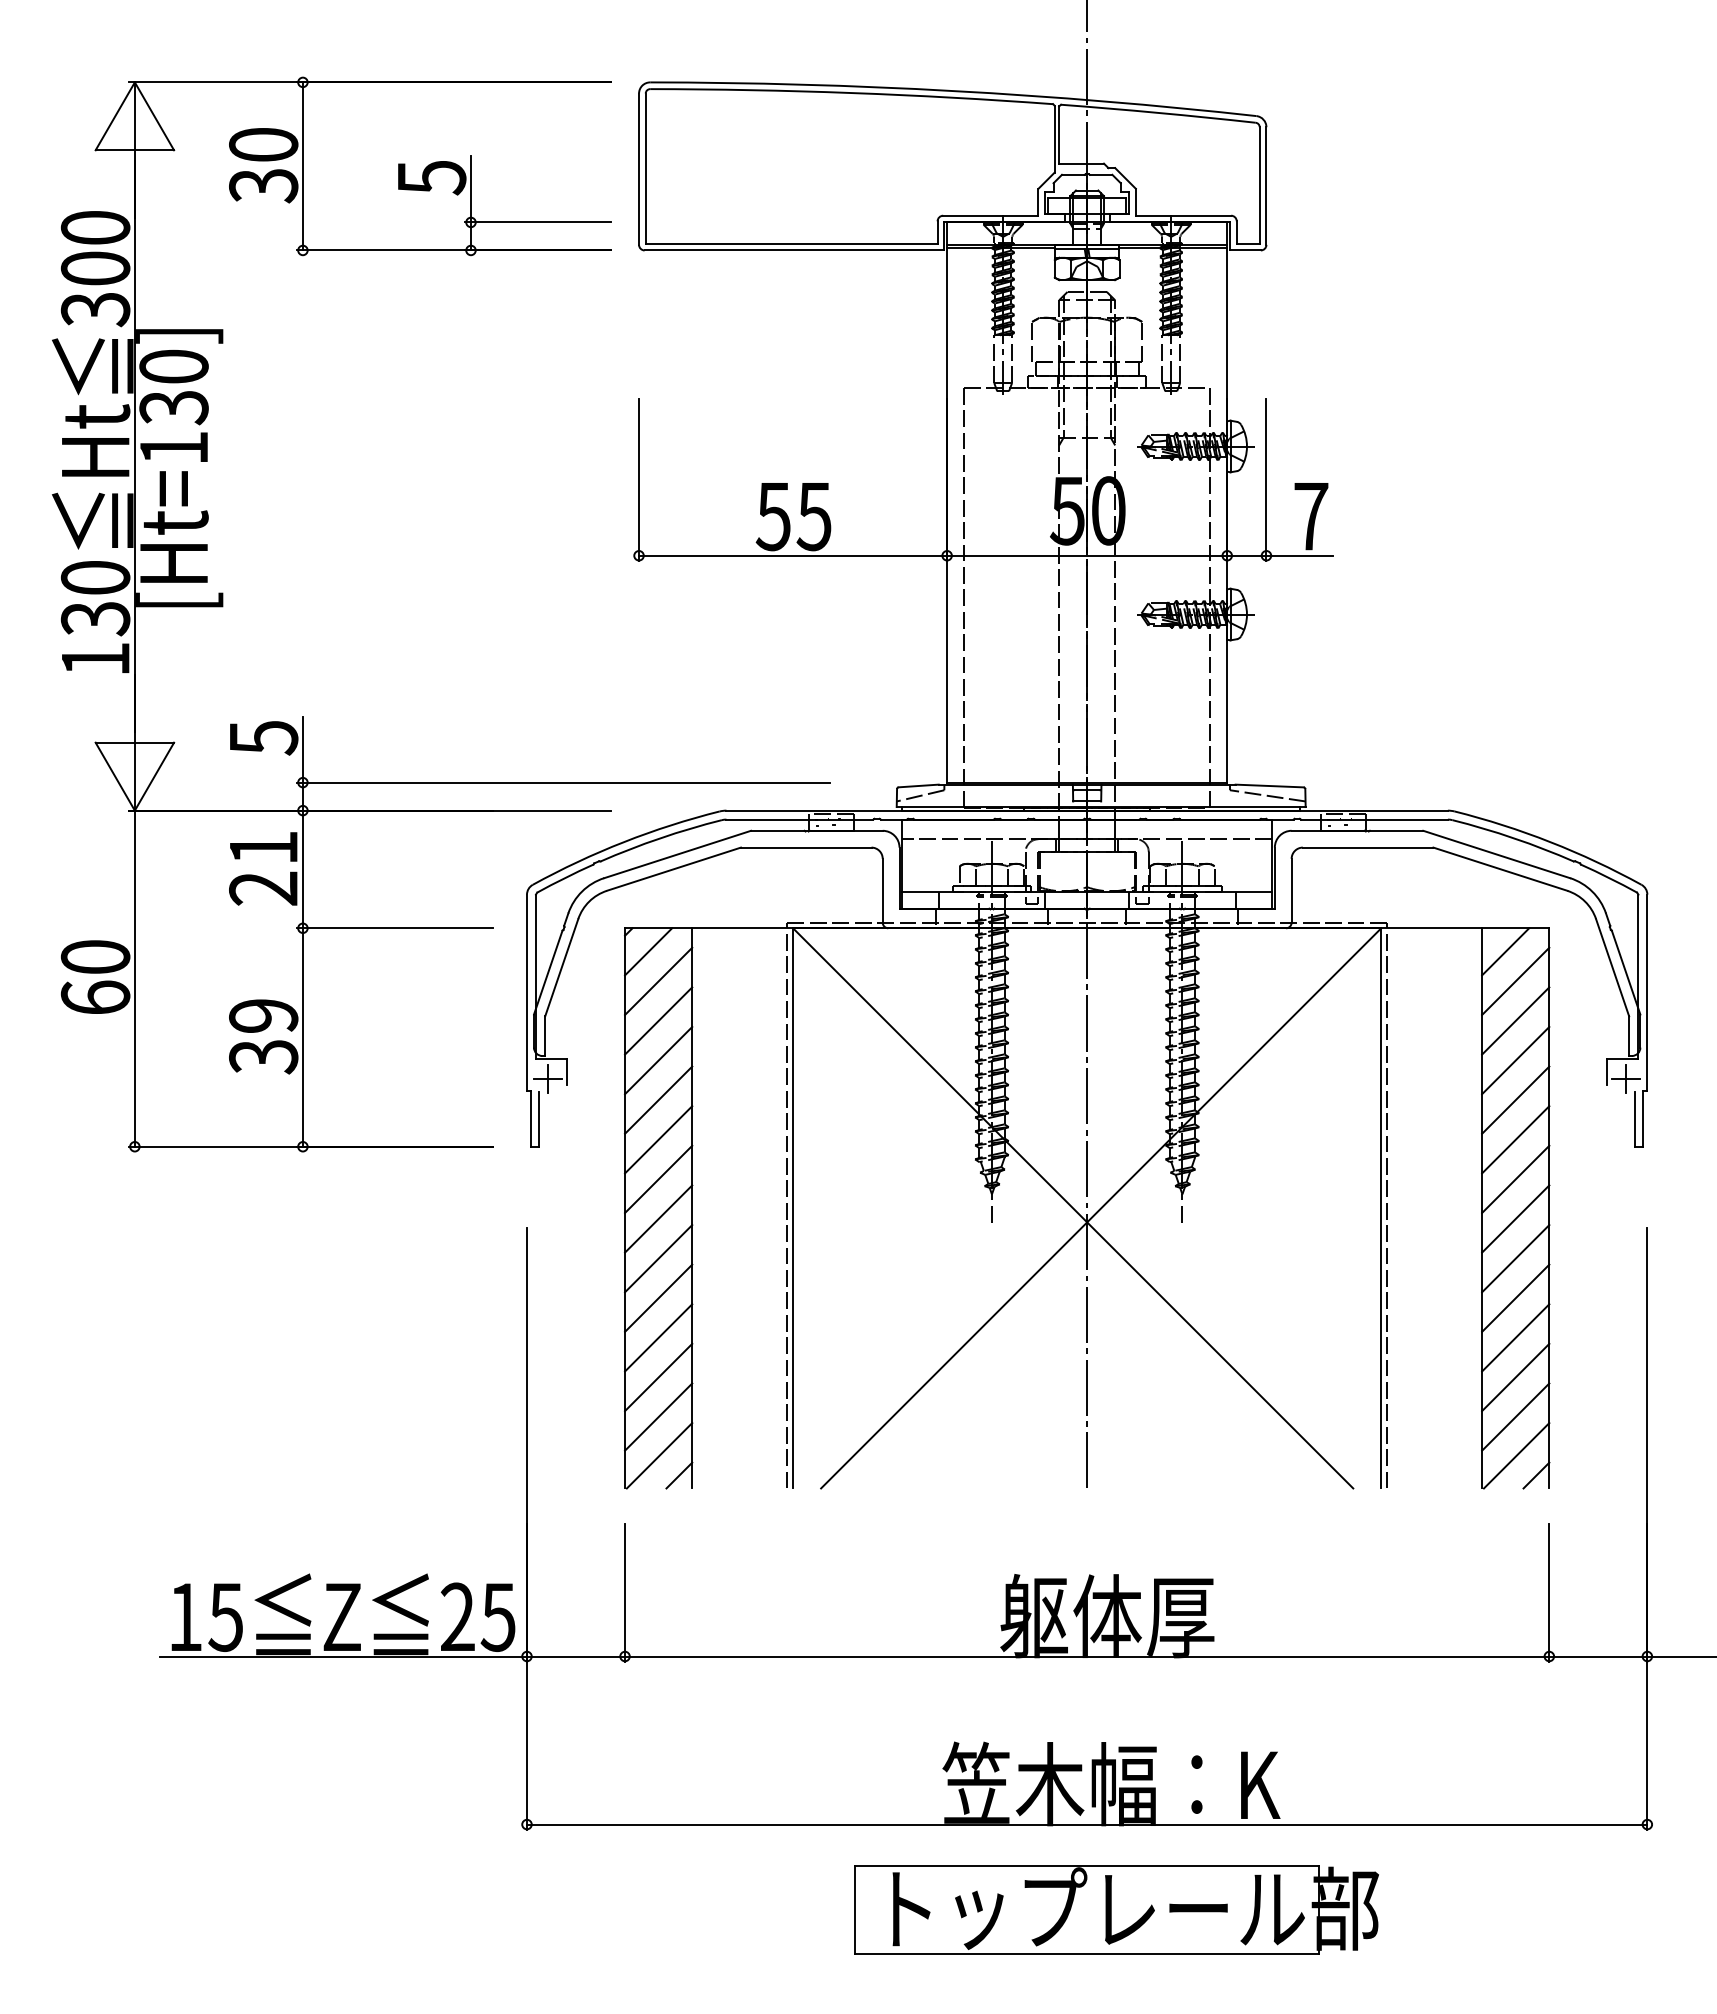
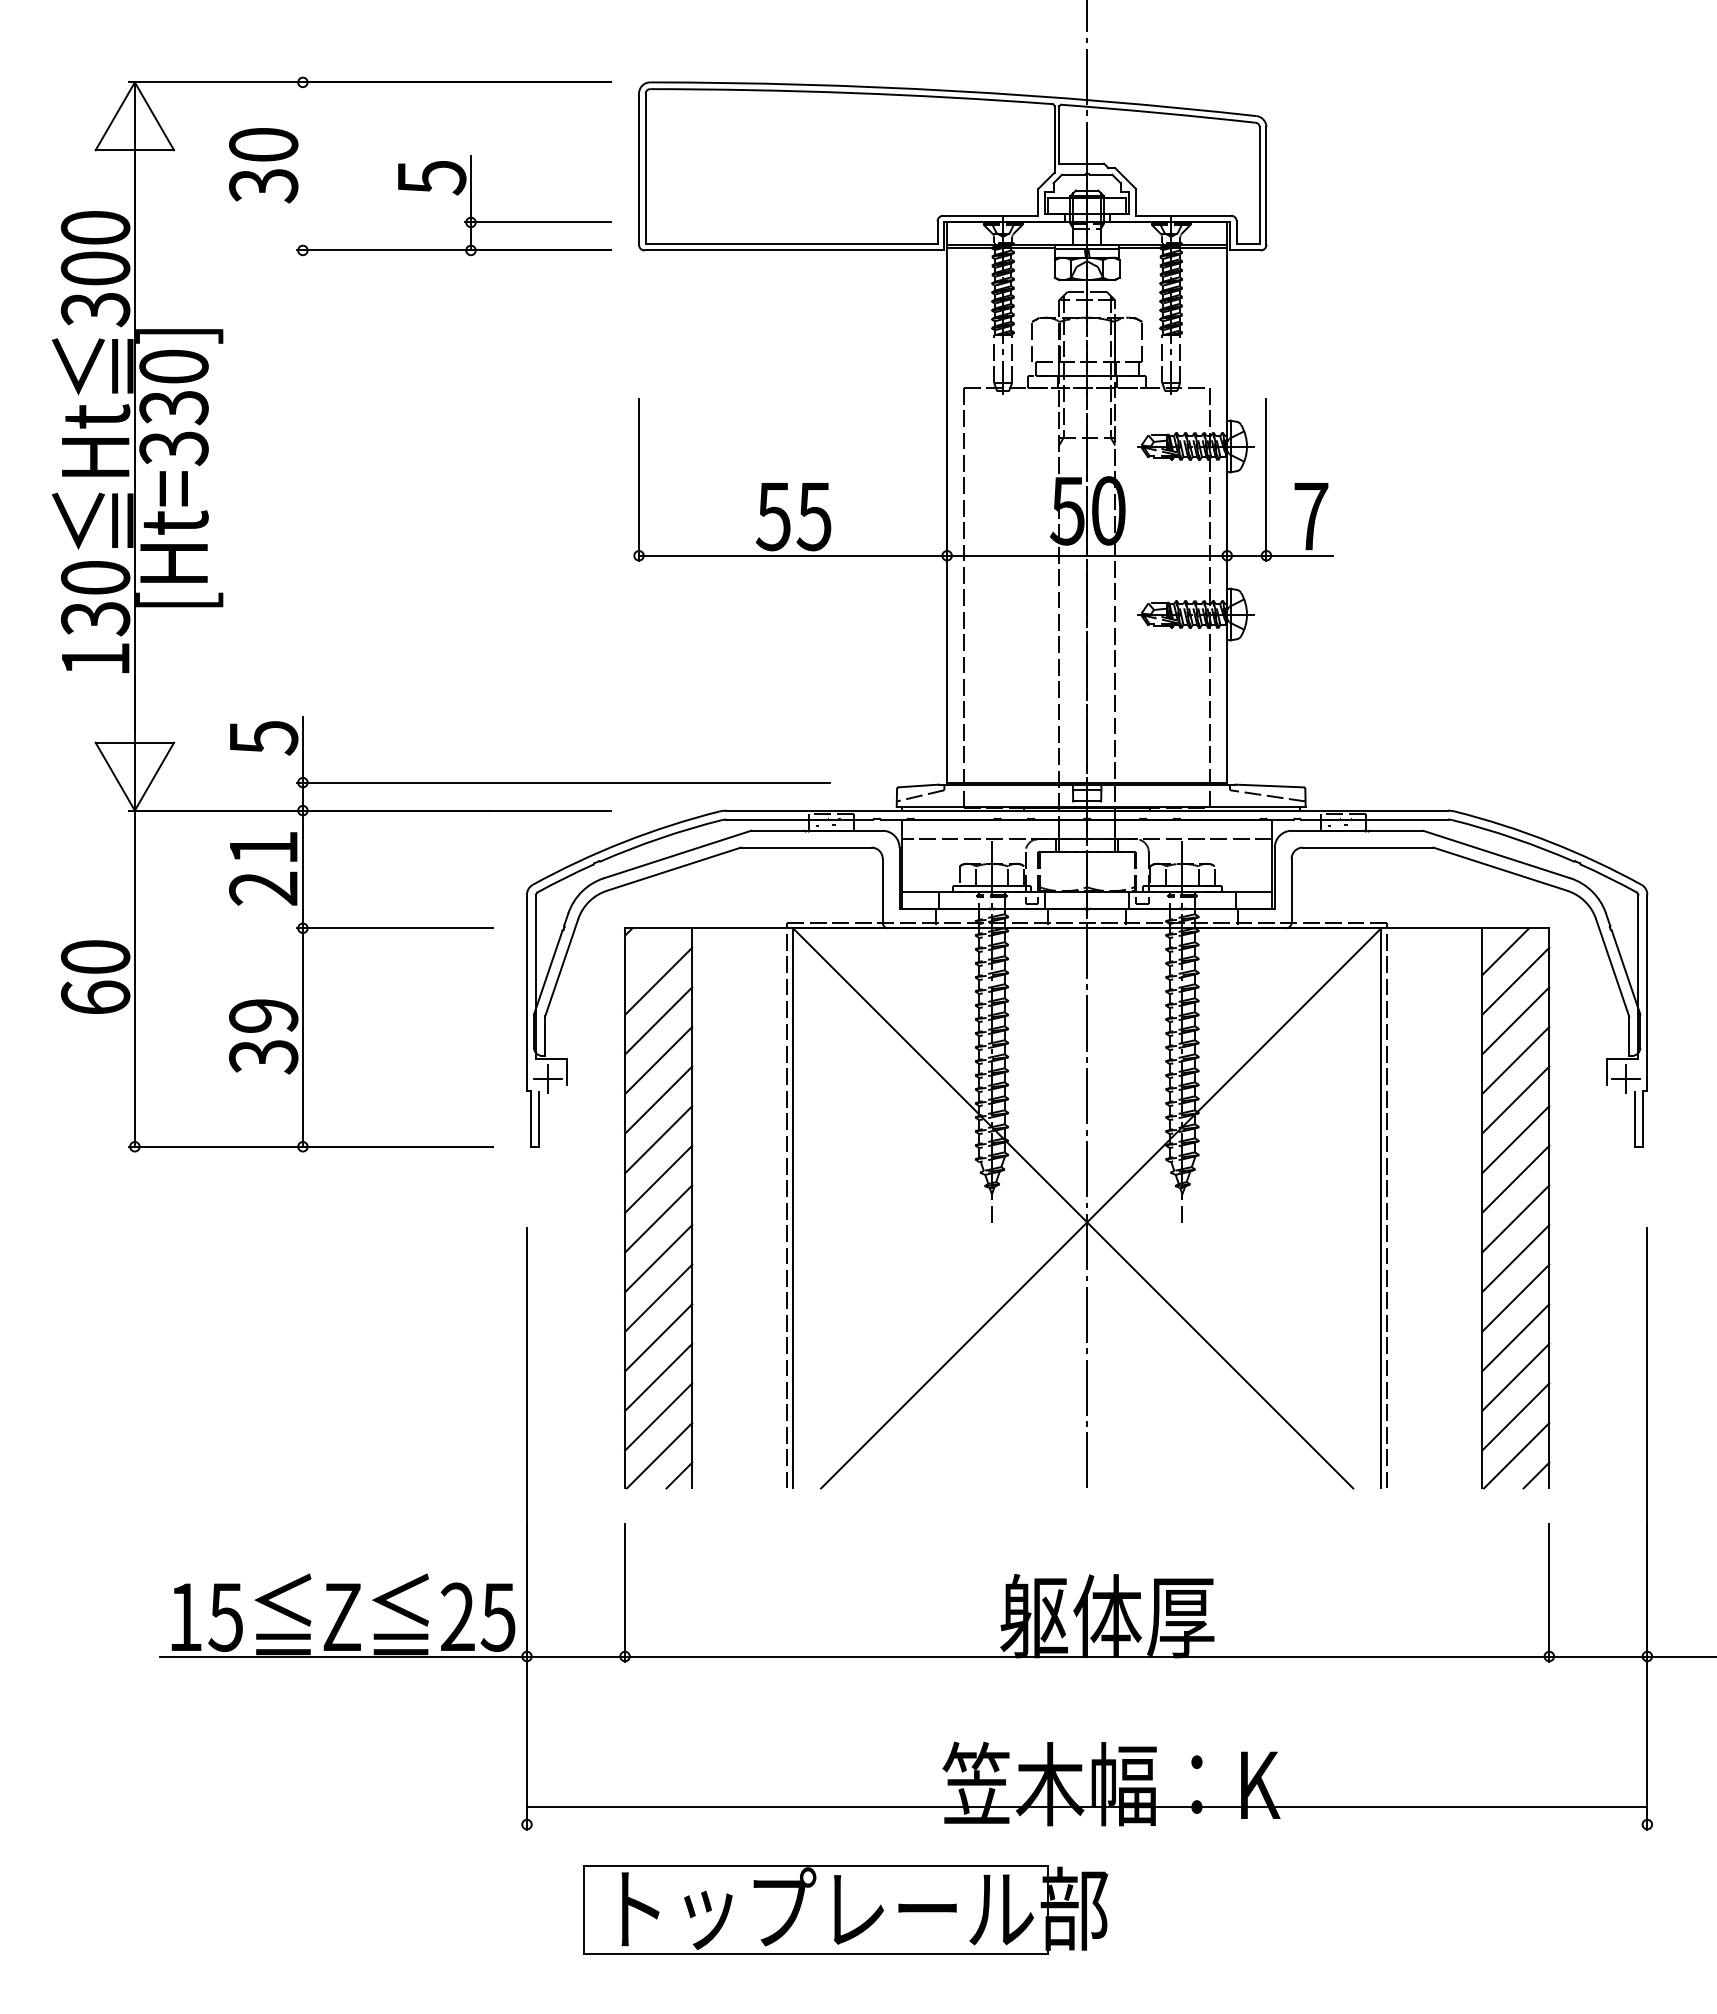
line at (302, 166): present -> none
text at (173, 448): [Ht=130] -> [Ht=330]
line at (648, 951): present -> none
line at (1087, 1824) position: (1087, 1824) -> (1087, 1806)
part at (1116, 1909) position: (1116, 1909) -> (845, 1909)
